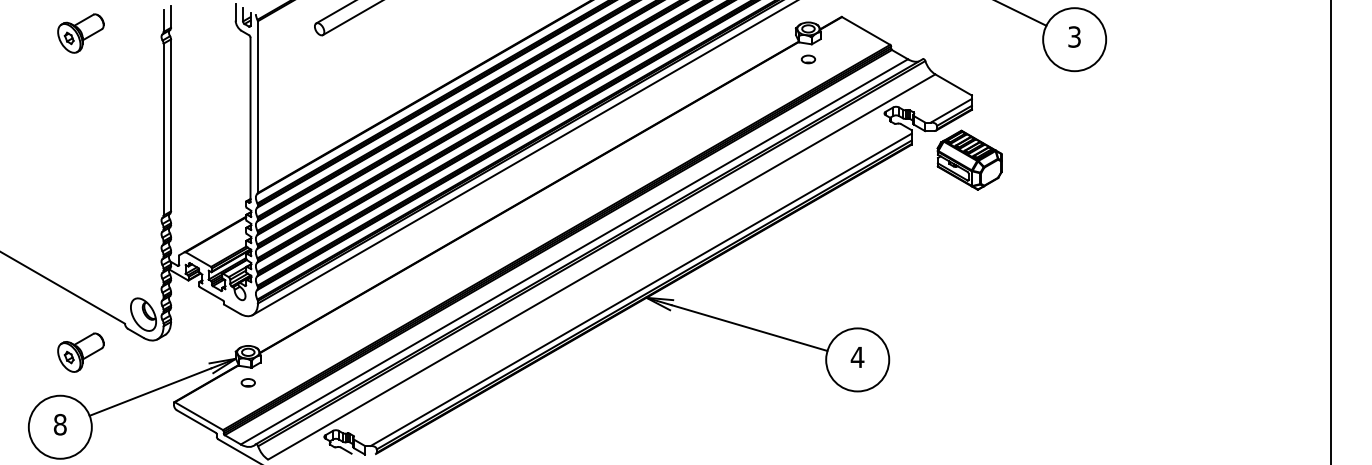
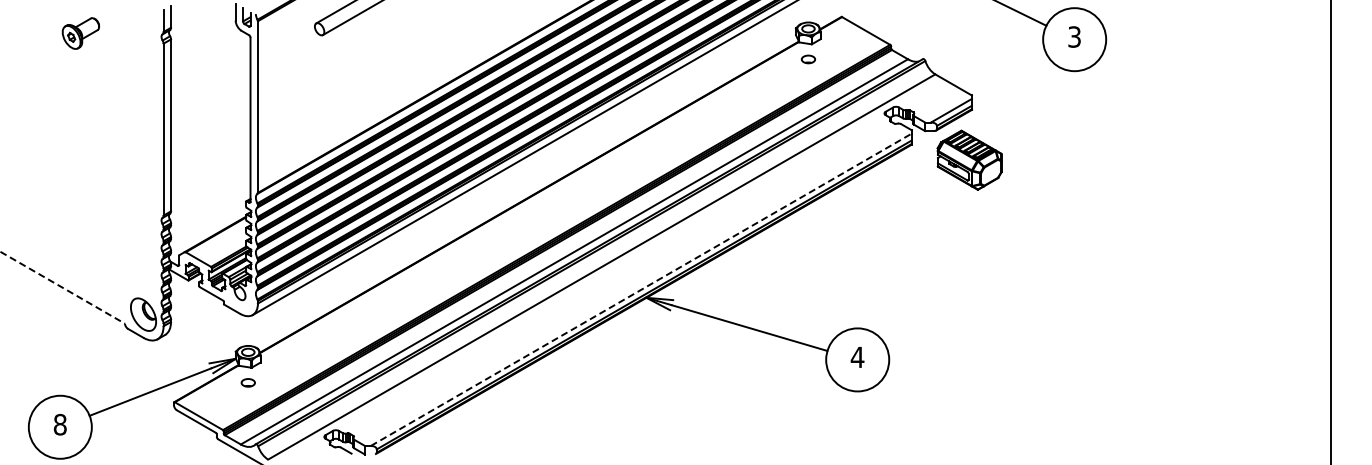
part at (80, 33) size: 48x41 px -> 39x33 px
line at (62, 287): solid -> dashed
line at (641, 289): solid -> dashed
part at (80, 352): present -> none
